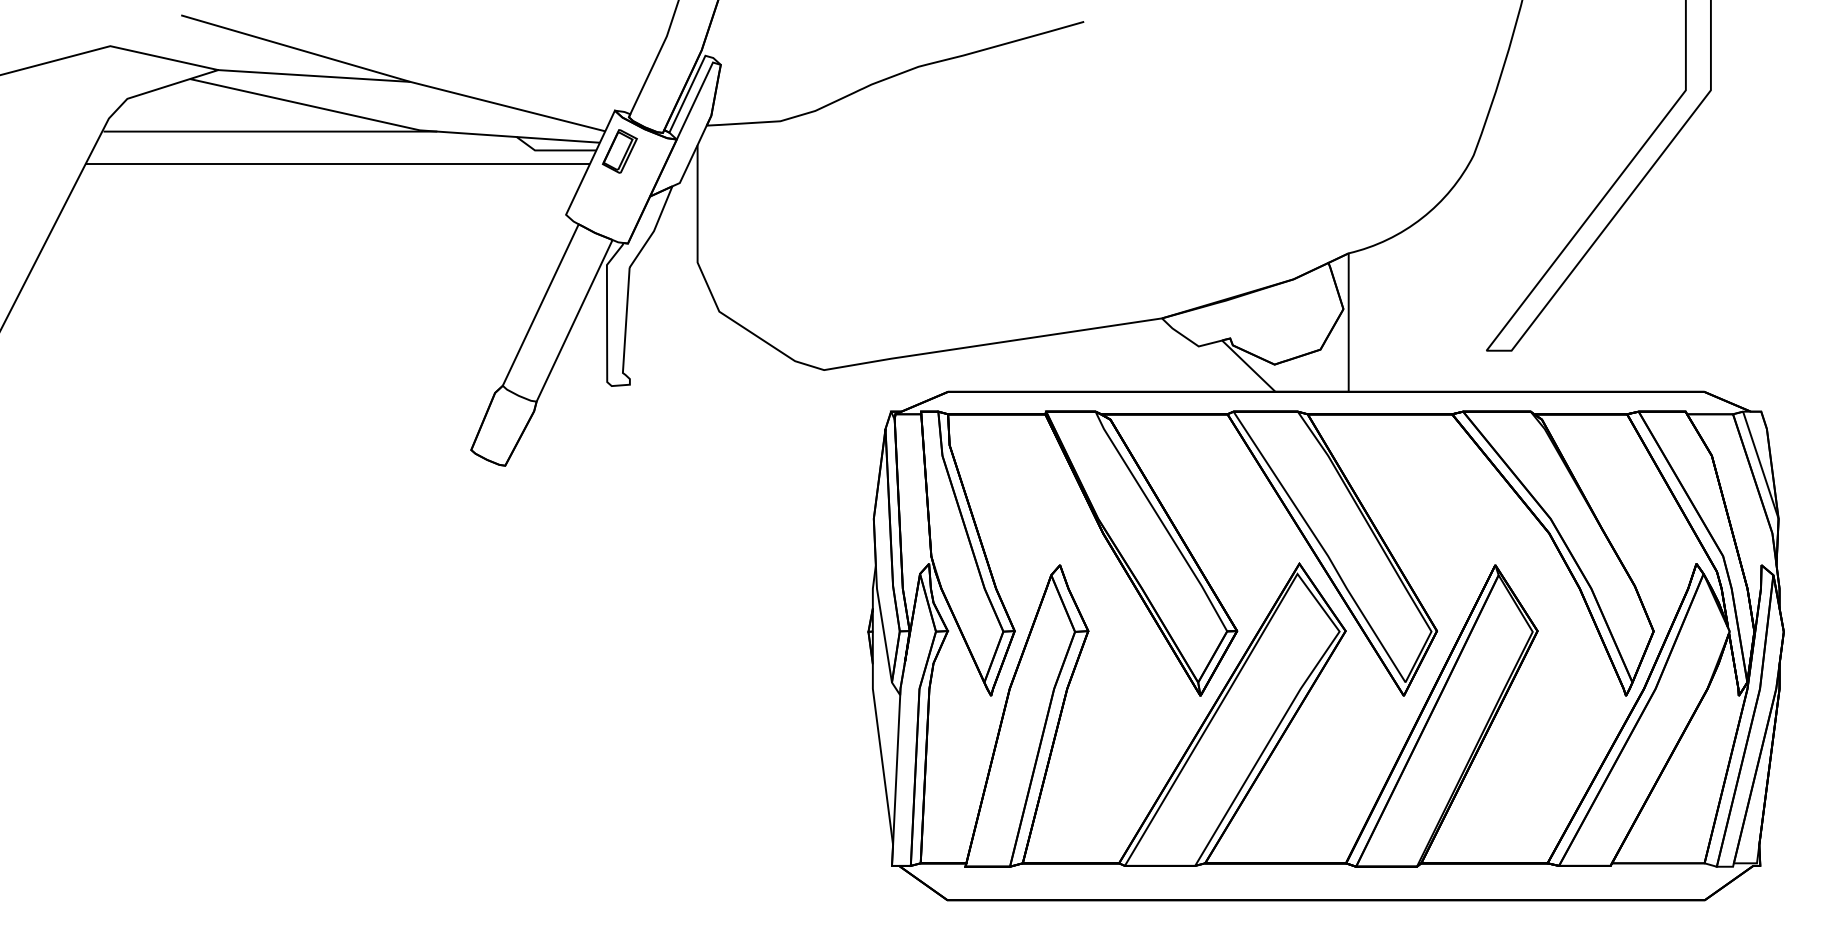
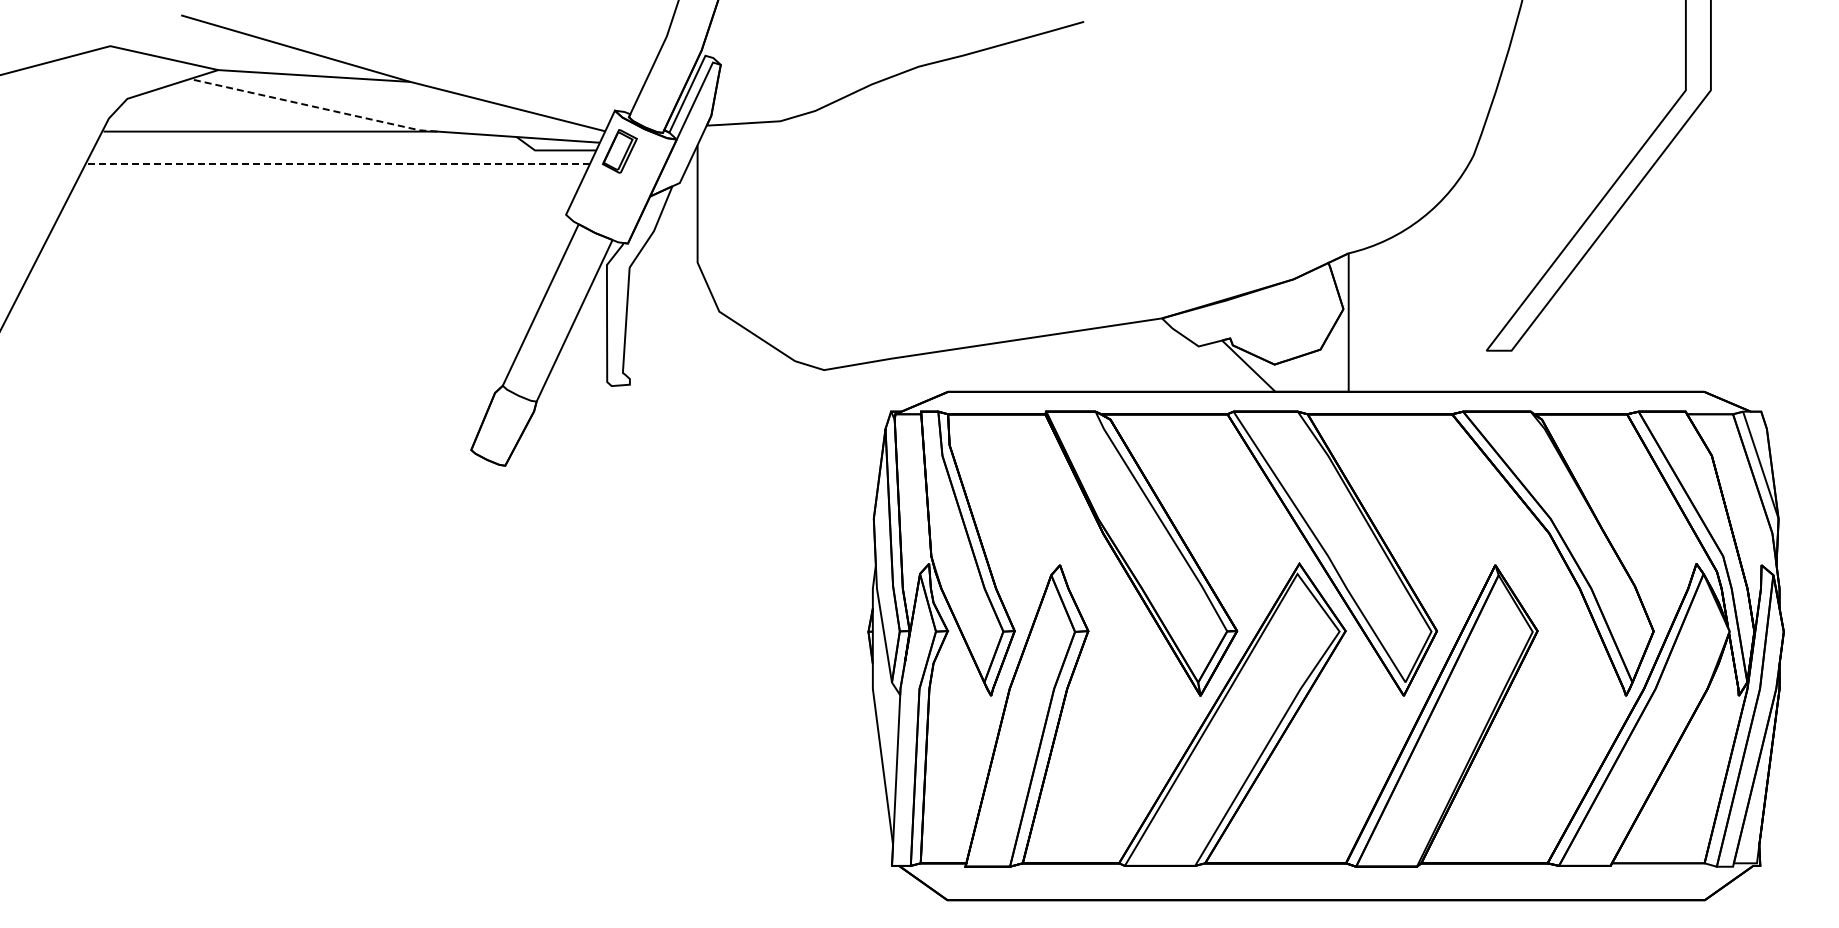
line at (313, 106): solid -> dashed
line at (337, 163): solid -> dashed
